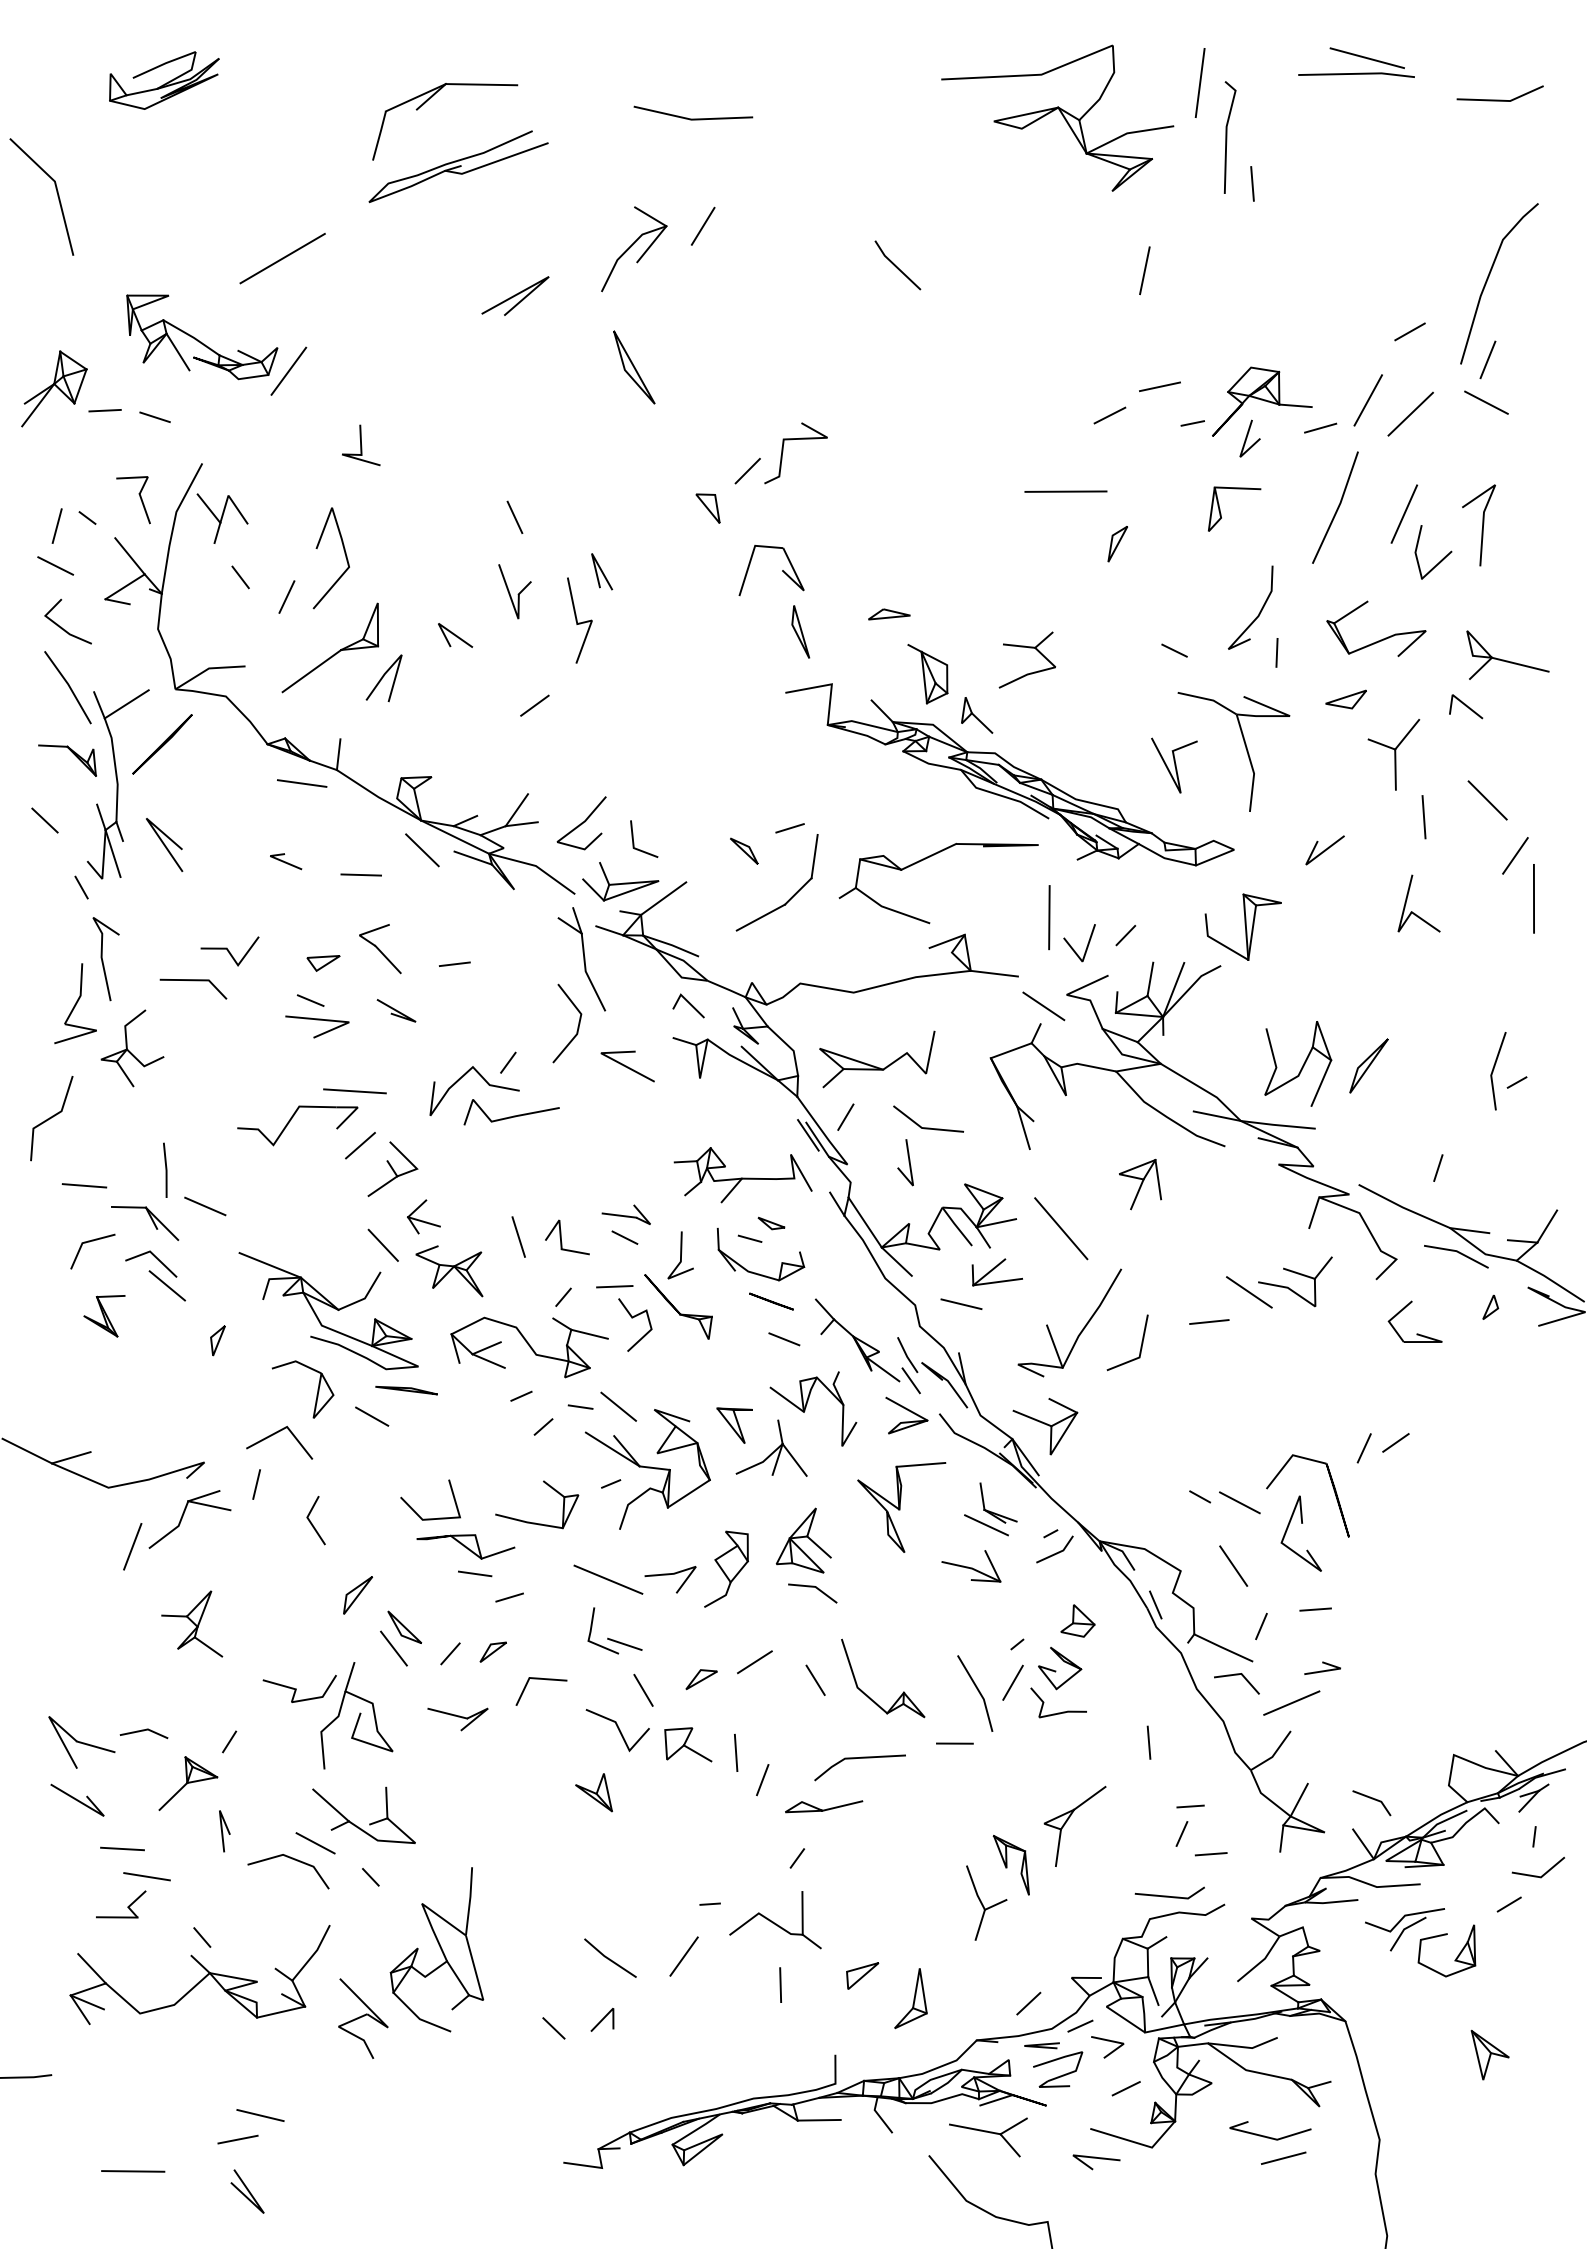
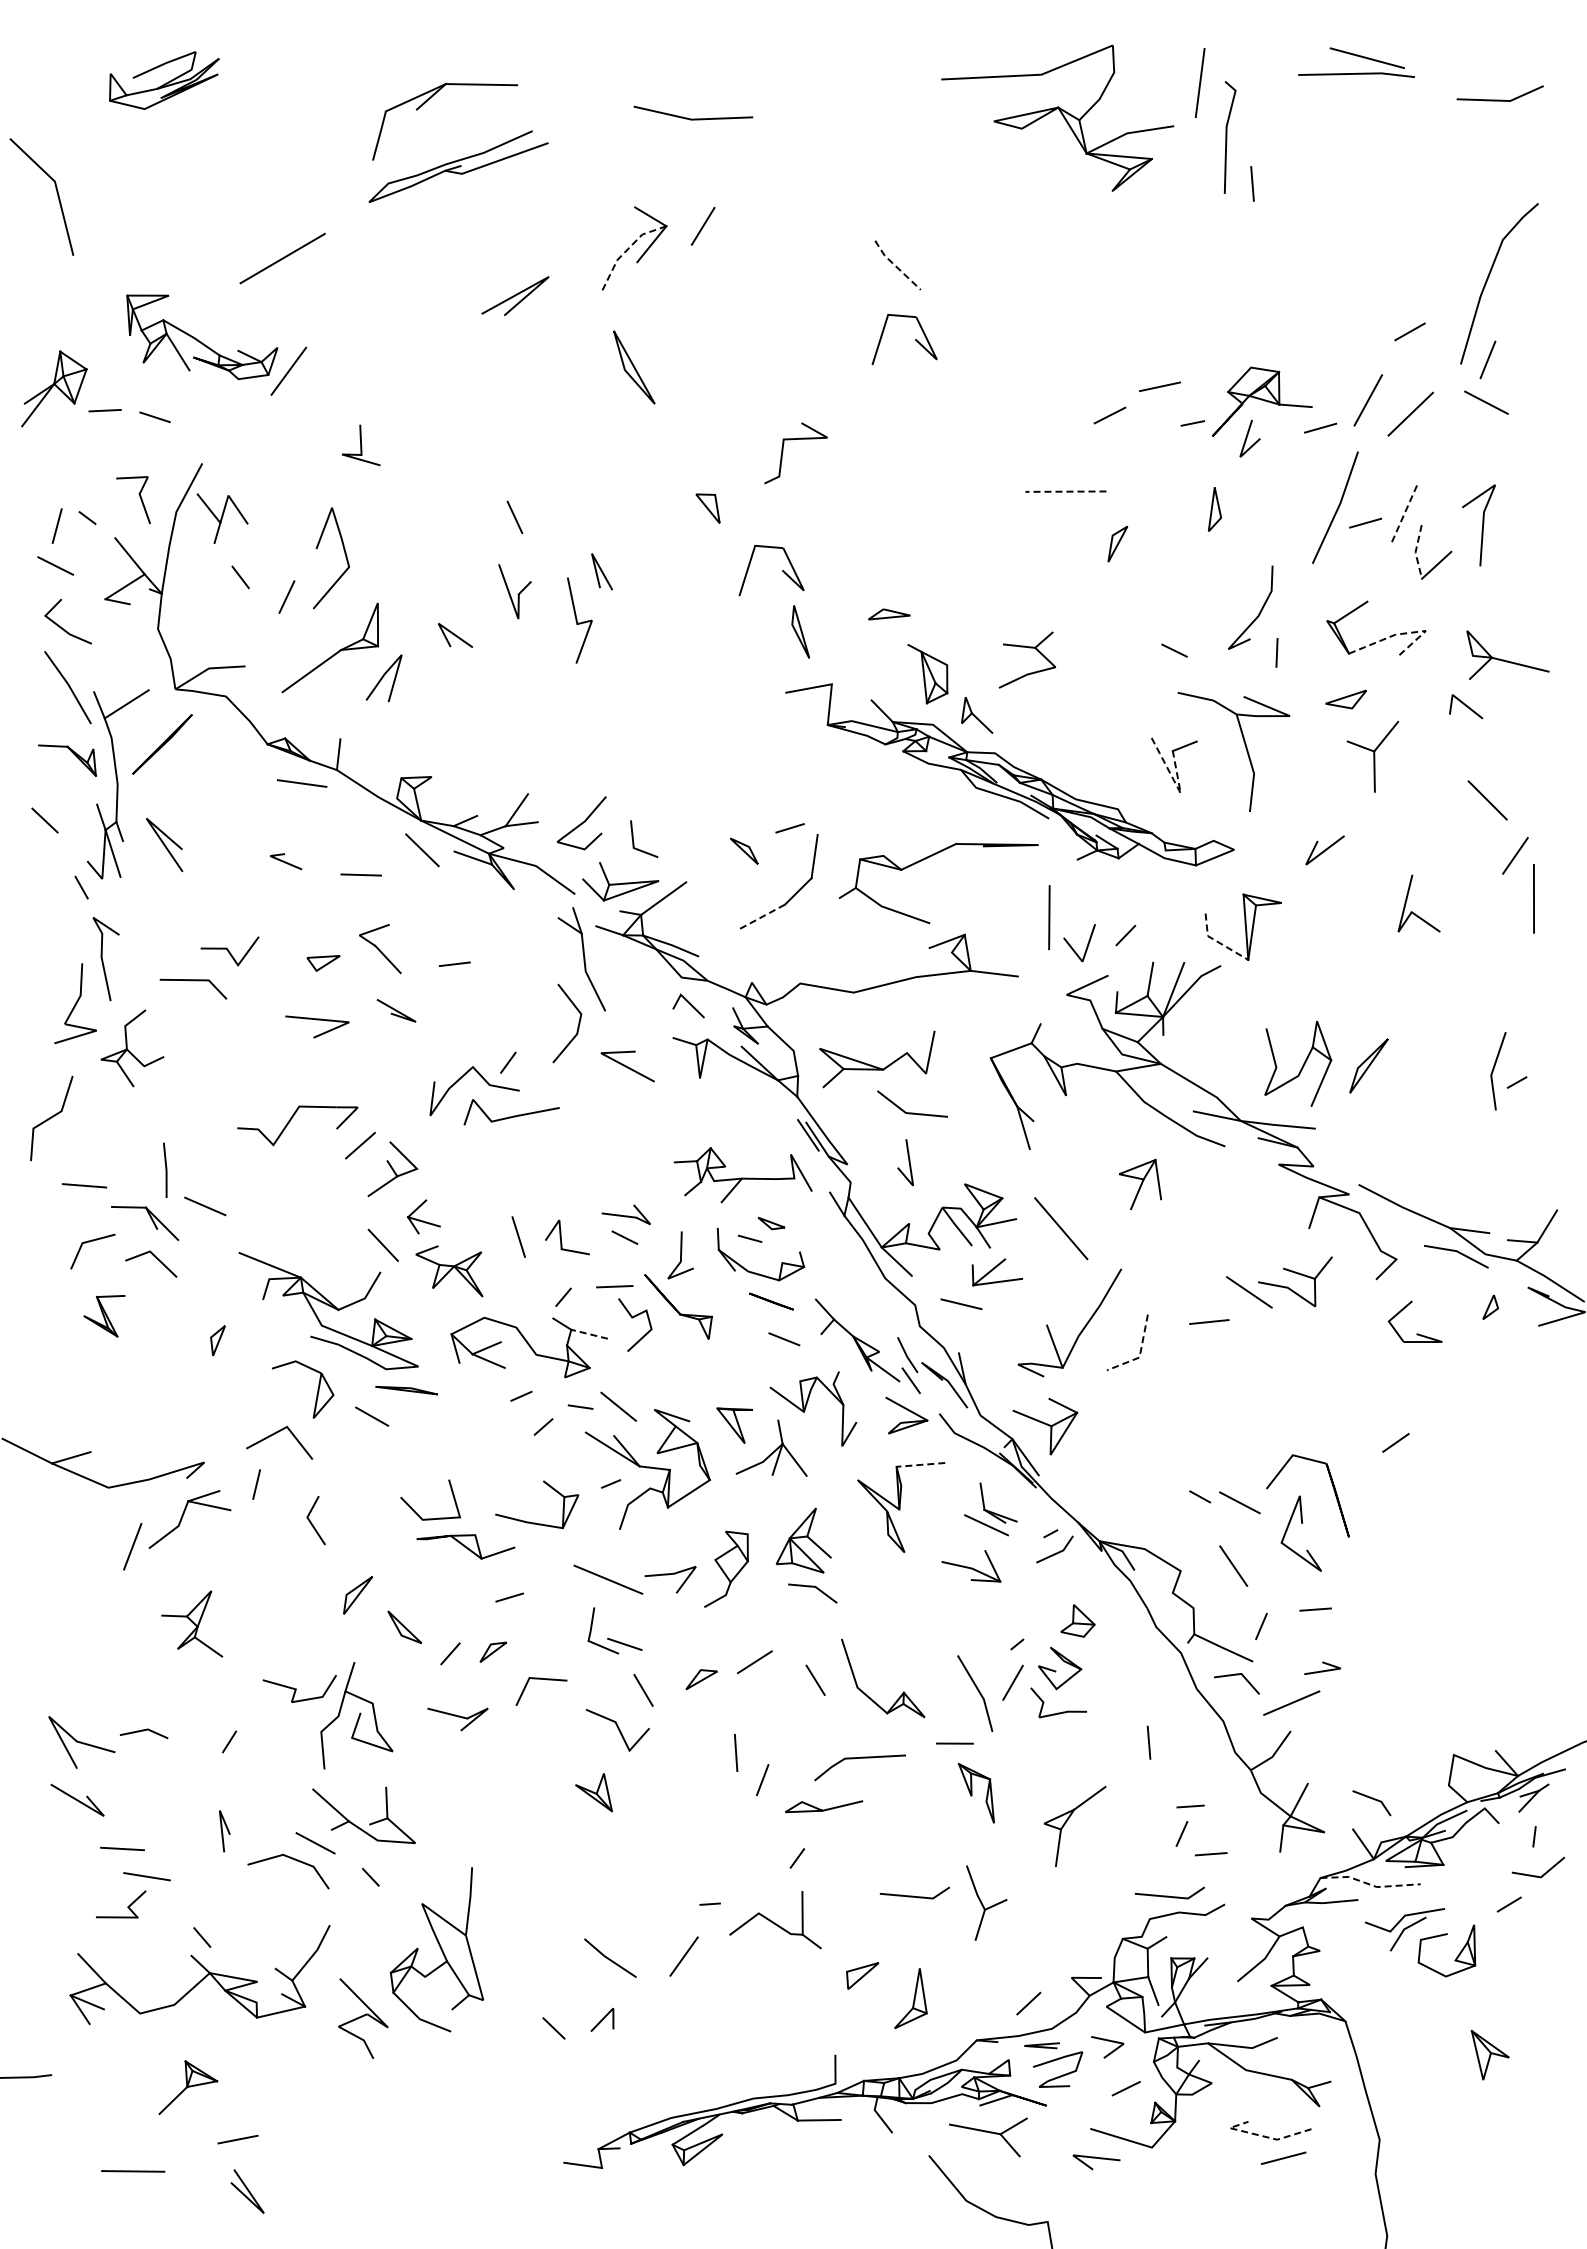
line at (626, 250): solid -> dashed
line at (896, 266): solid -> dashed
line at (1144, 270): present -> none
part at (915, 339): none -> present
line at (747, 470): present -> none
line at (1237, 488): present -> none
line at (1065, 491): solid -> dashed
line at (1404, 514): solid -> dashed
line at (1365, 522): none -> present
line at (1415, 552): solid -> dashed
line at (1405, 633): solid -> dashed
line at (534, 705): present -> none
part at (1393, 754) position: (1393, 754) -> (1372, 756)
line at (1176, 785): solid -> dashed
line at (1423, 817): present -> none
line at (760, 917): solid -> dashed
line at (1218, 942): solid -> dashed
line at (310, 1000): present -> none
line at (1043, 1006): present -> none
line at (354, 1091): present -> none
line at (845, 1116): present -> none
line at (928, 1127) position: (928, 1127) -> (912, 1112)
line at (1438, 1167): present -> none
line at (166, 1285): present -> none
line at (589, 1334): solid -> dashed
line at (1140, 1354): solid -> dashed
line at (1363, 1448): present -> none
line at (920, 1464): solid -> dashed
line at (474, 1573): present -> none
line at (1155, 1604): present -> none
line at (393, 1648): present -> none
part at (688, 1744): present -> none
part at (188, 1783) position: (188, 1783) -> (188, 2087)
part at (1010, 1865) position: (1010, 1865) -> (975, 1793)
line at (1370, 1884): solid -> dashed
line at (913, 1895): none -> present
line at (780, 1985): present -> none
line at (1080, 2025): present -> none
line at (260, 2115): present -> none
line at (1260, 2135): solid -> dashed
